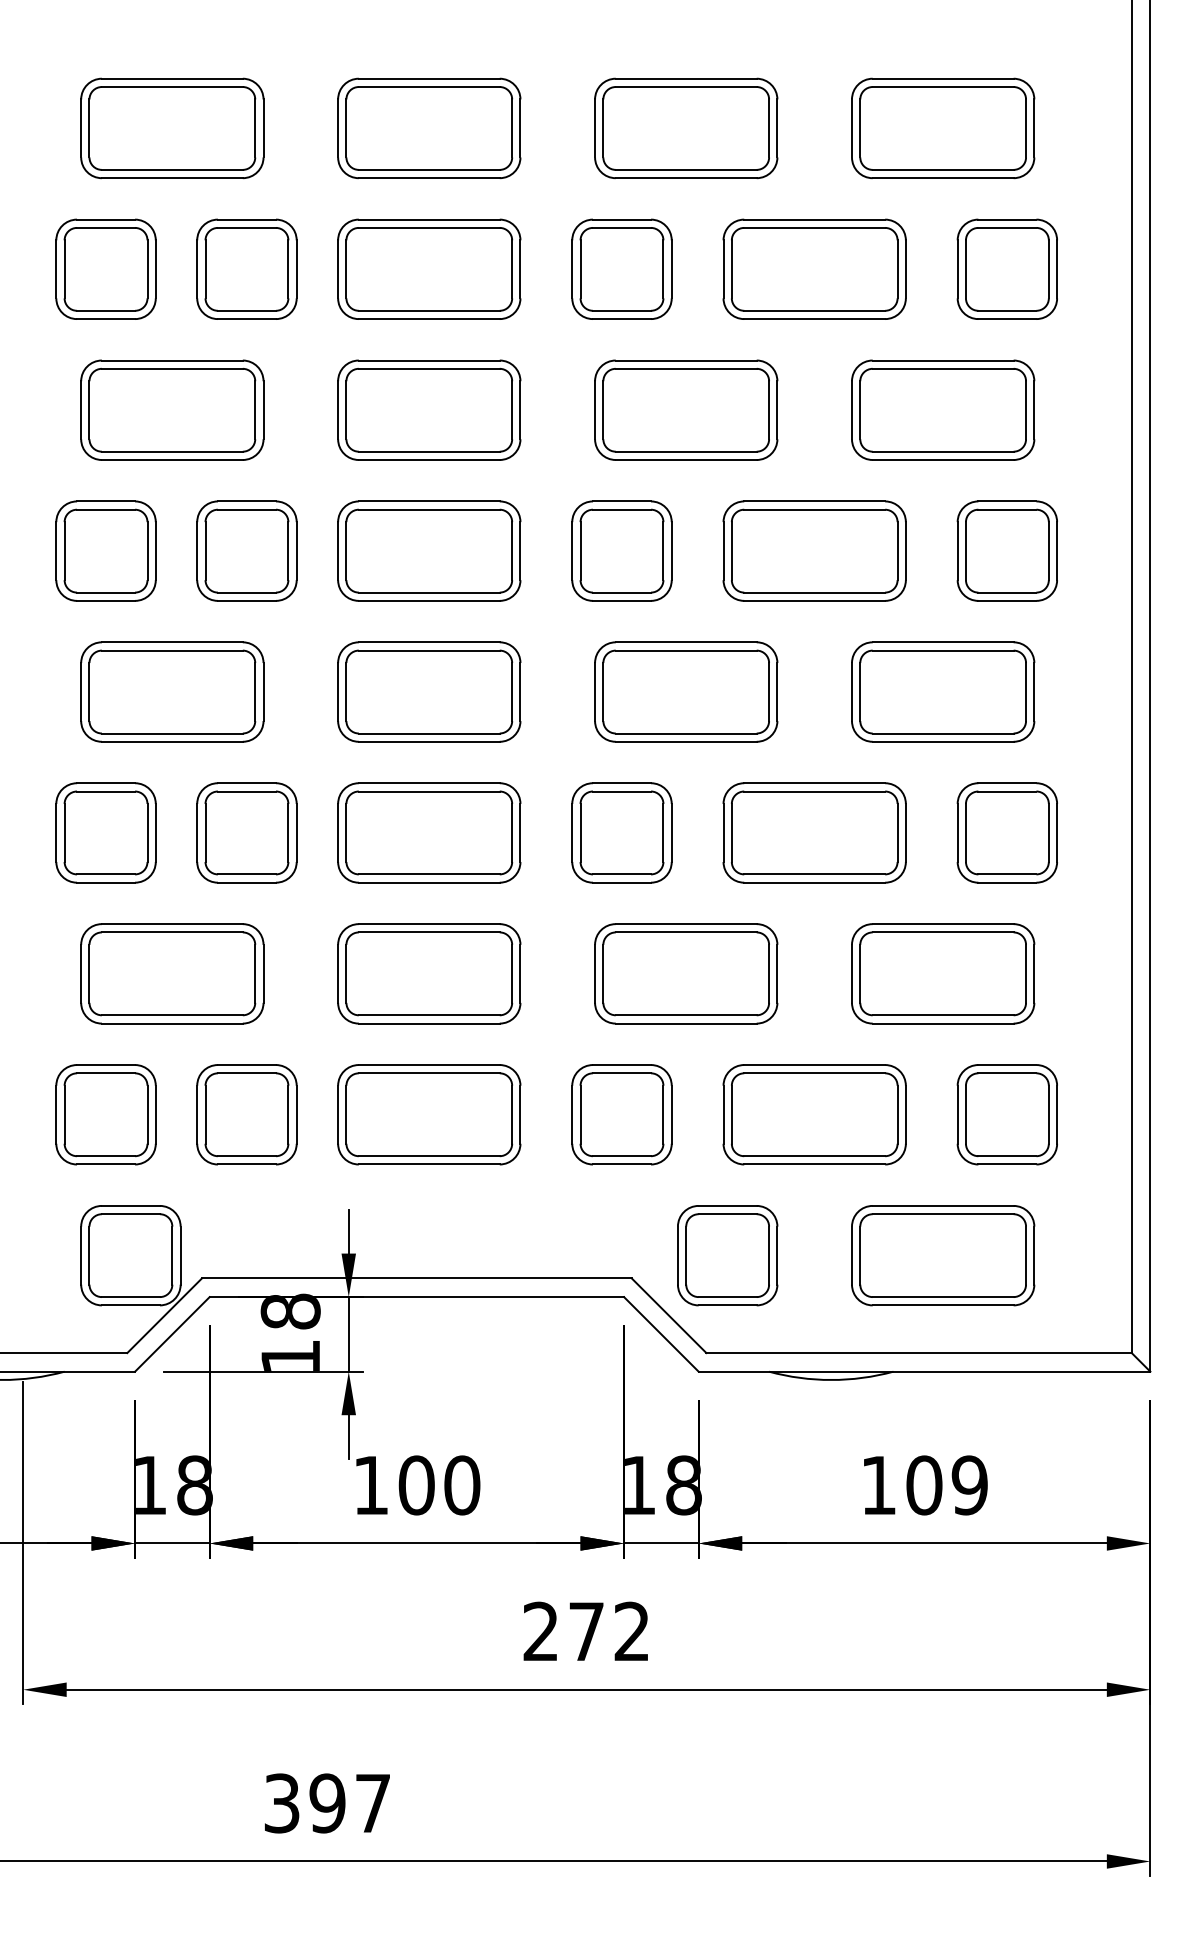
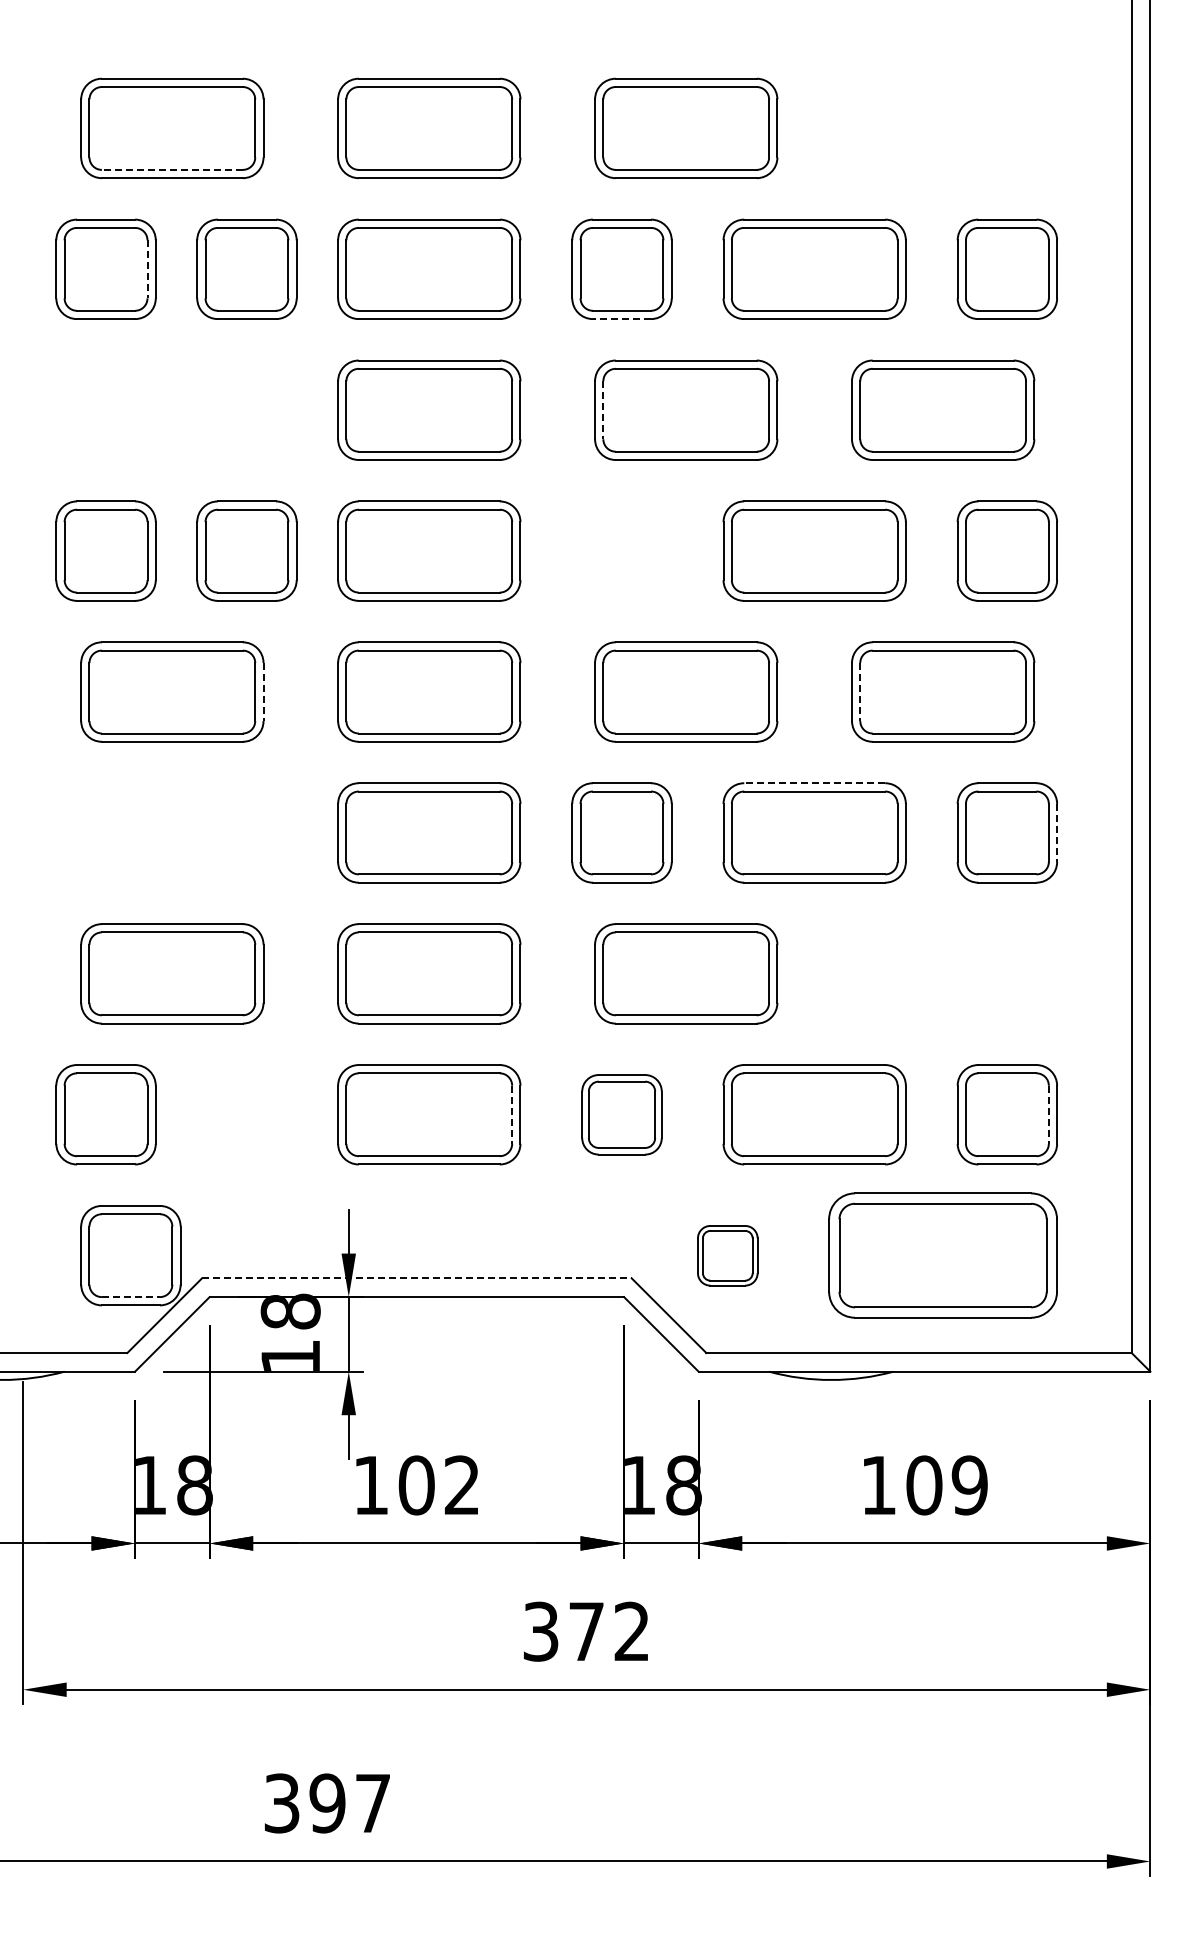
part at (943, 128): present -> none
line at (171, 169): solid -> dashed
line at (147, 269): solid -> dashed
line at (621, 319): solid -> dashed
part at (172, 409): present -> none
line at (603, 410): solid -> dashed
part at (621, 550): present -> none
line at (263, 692): solid -> dashed
line at (860, 692): solid -> dashed
line at (814, 783): solid -> dashed
part at (105, 832): present -> none
part at (246, 832): present -> none
line at (1057, 833): solid -> dashed
part at (943, 973): present -> none
part at (246, 1114): present -> none
part at (621, 1114) size: 102x102 px -> 82x82 px
line at (512, 1115): solid -> dashed
line at (1048, 1115): solid -> dashed
part at (727, 1255) size: 102x102 px -> 62x62 px
part at (943, 1255) size: 185x102 px -> 230x127 px
line at (416, 1278): solid -> dashed
line at (131, 1297): solid -> dashed
text at (462, 1485): 100 -> 102
text at (540, 1631): 272 -> 372
